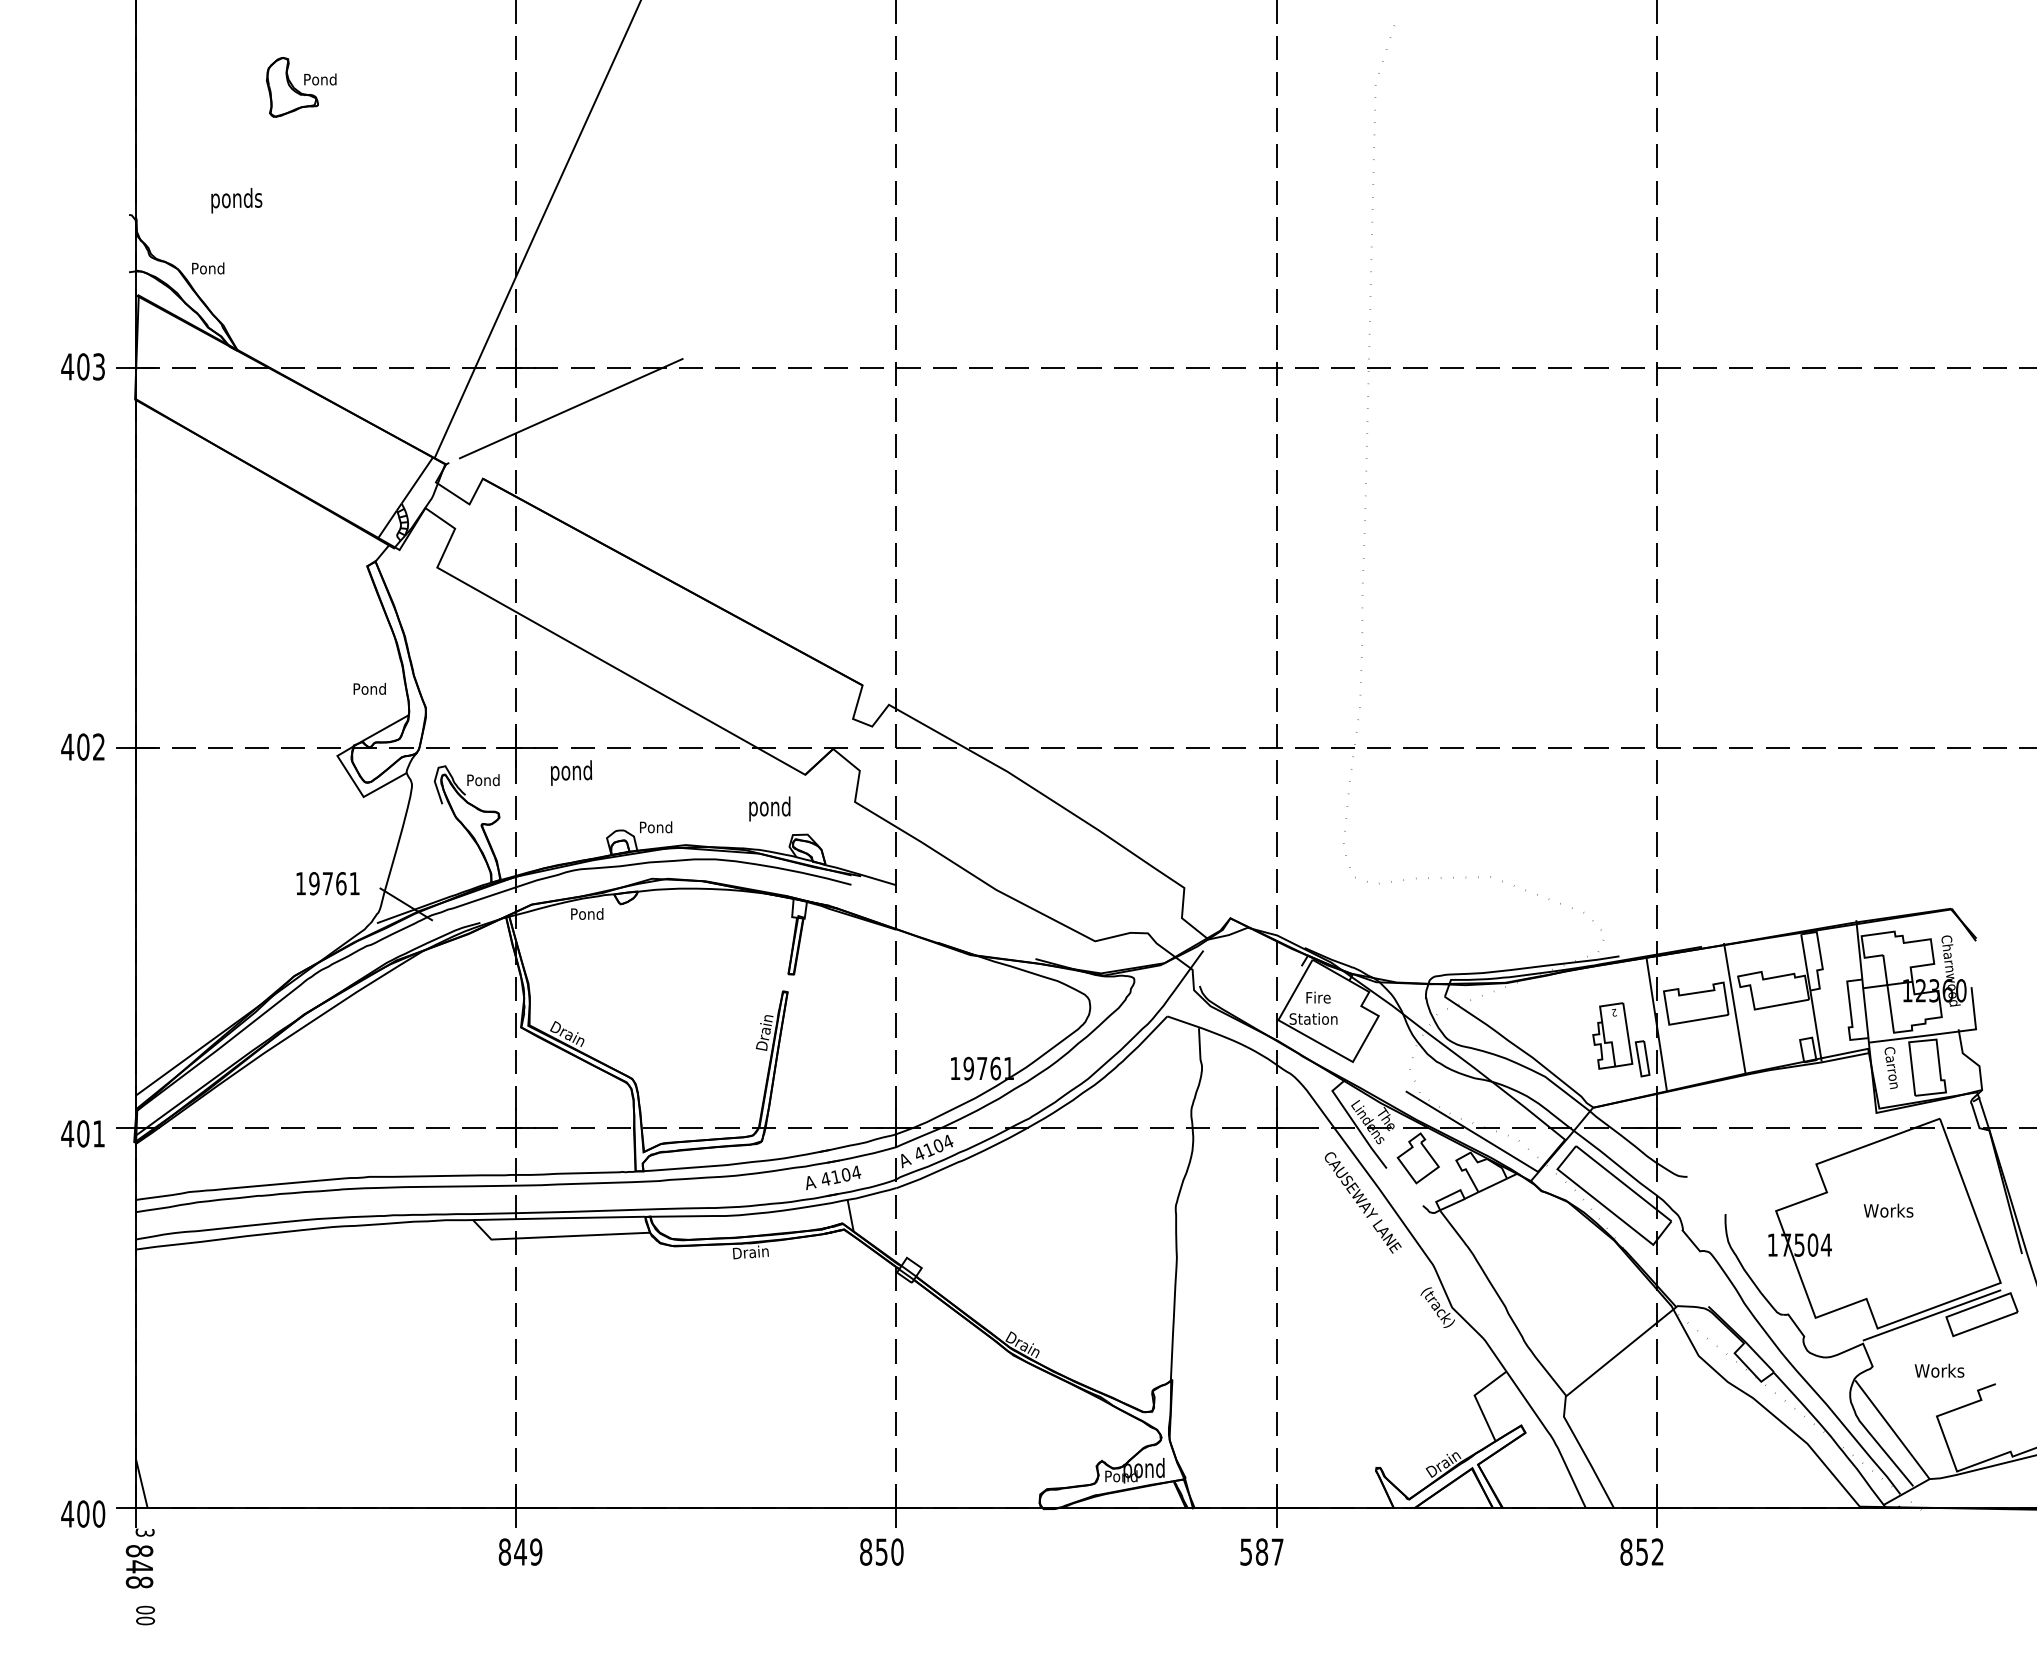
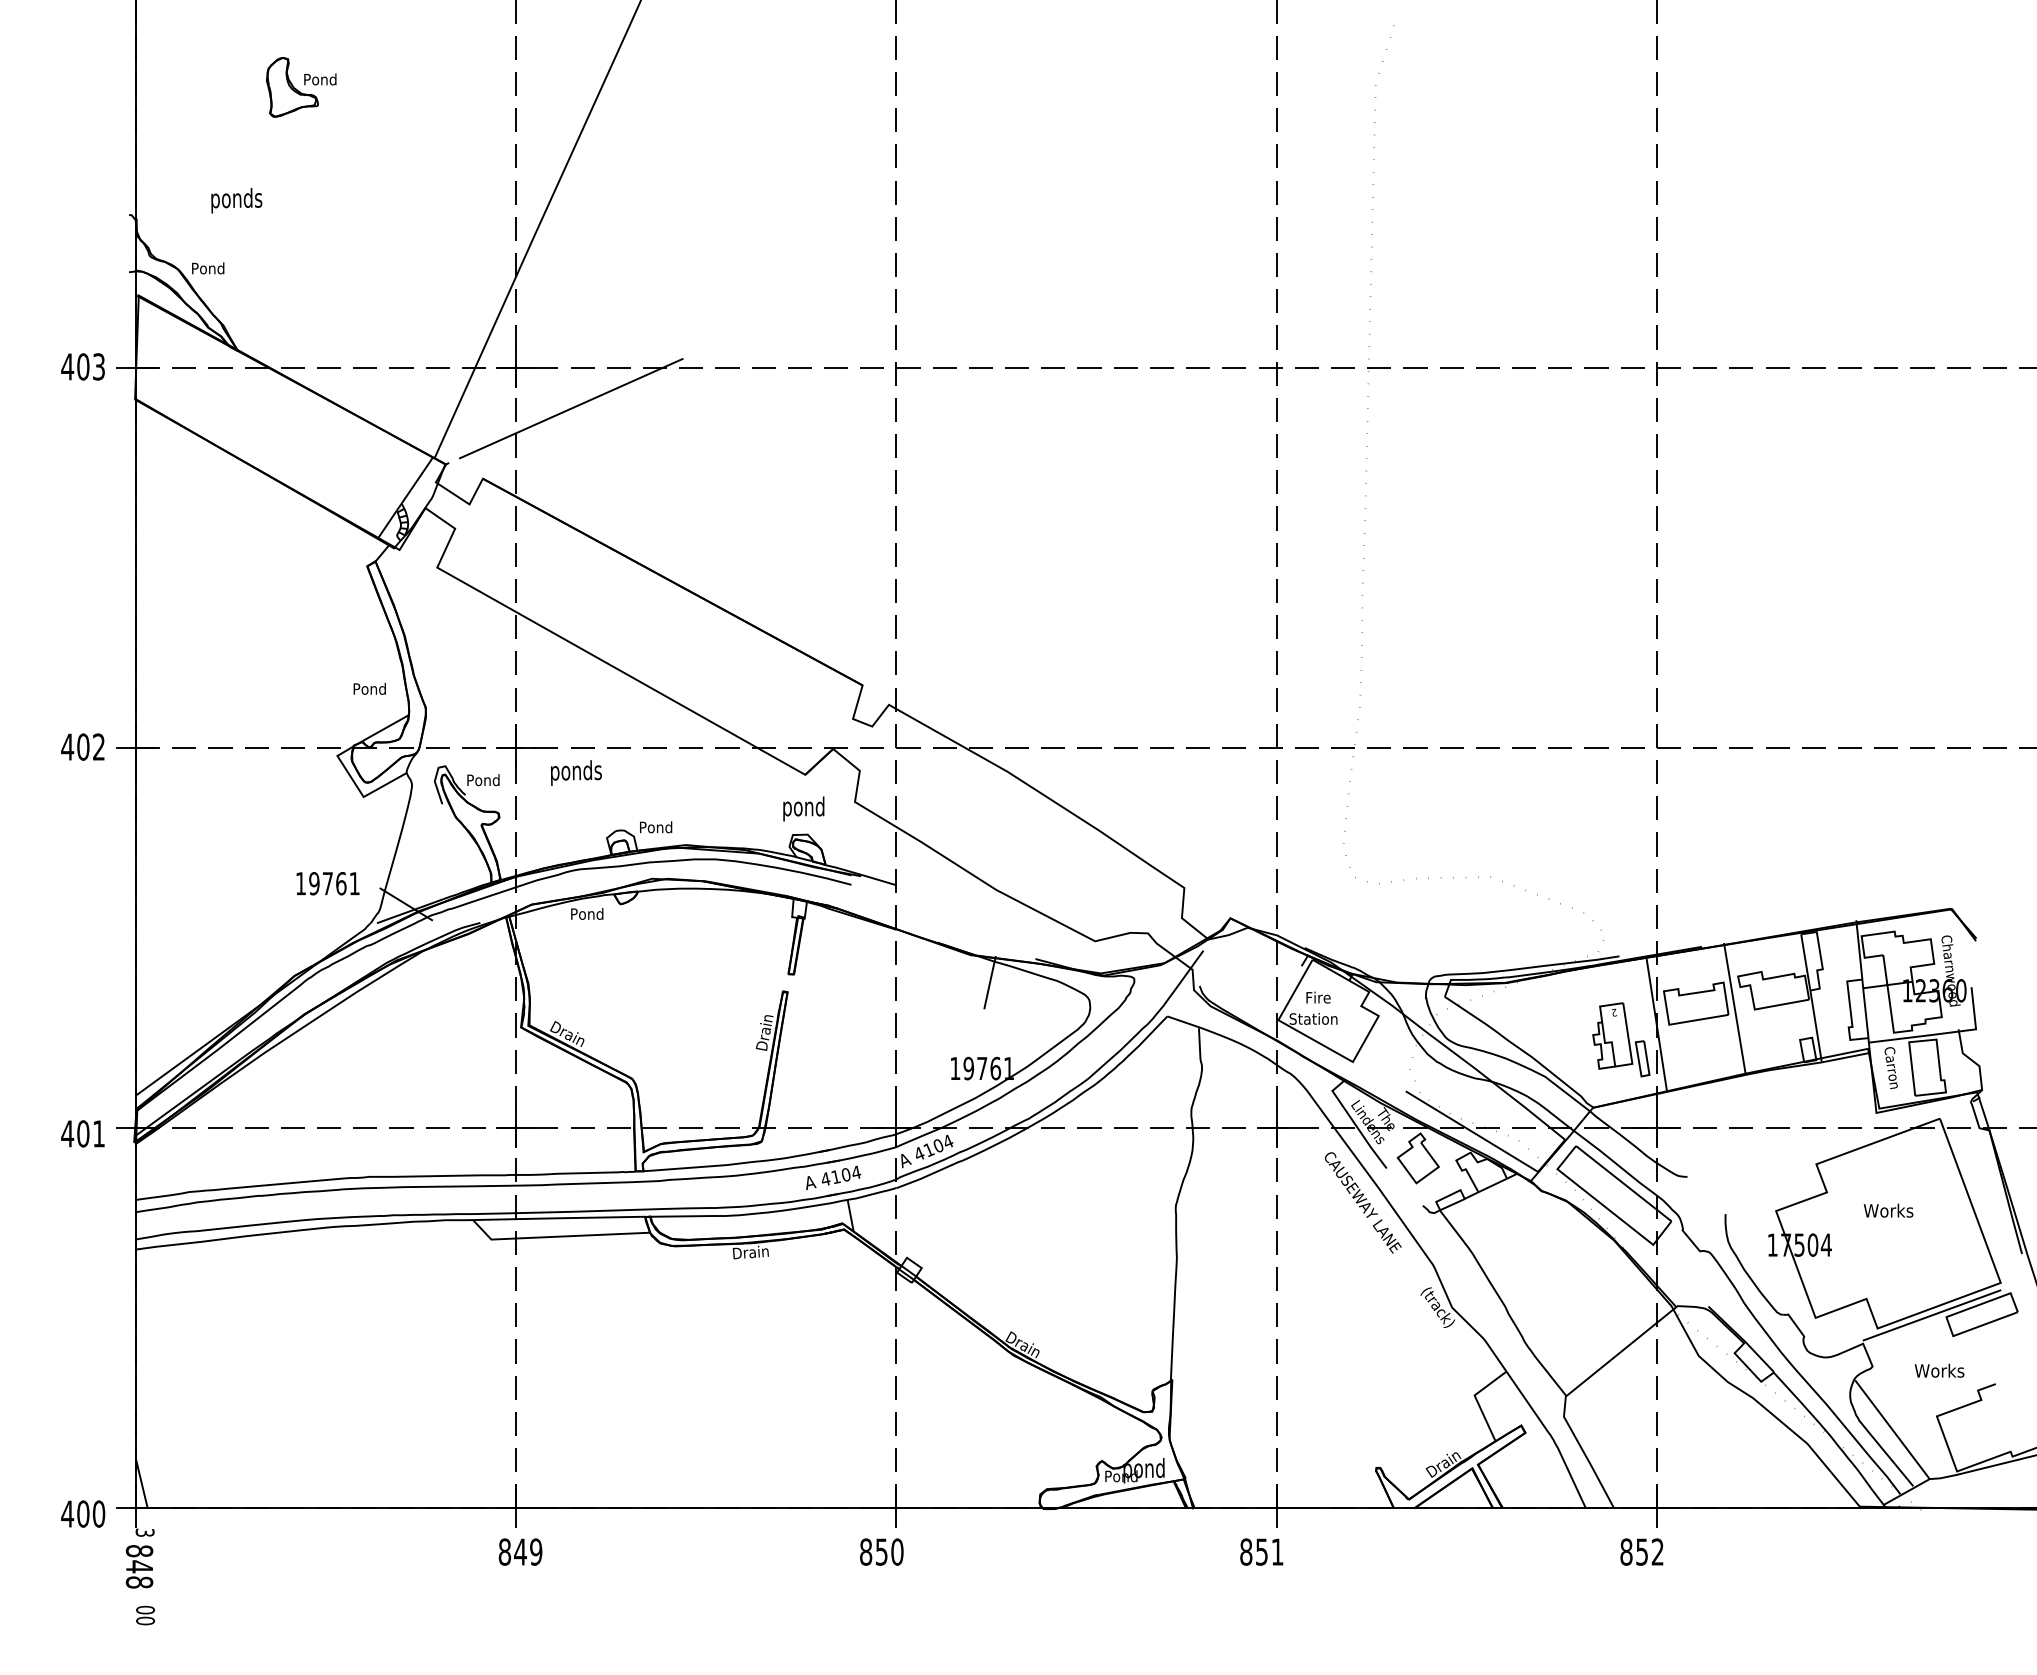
text at (597, 772): pond -> ponds
text at (769, 808) position: (769, 808) -> (803, 808)
line at (989, 982): none -> present
text at (1261, 1551): 587 -> 851
